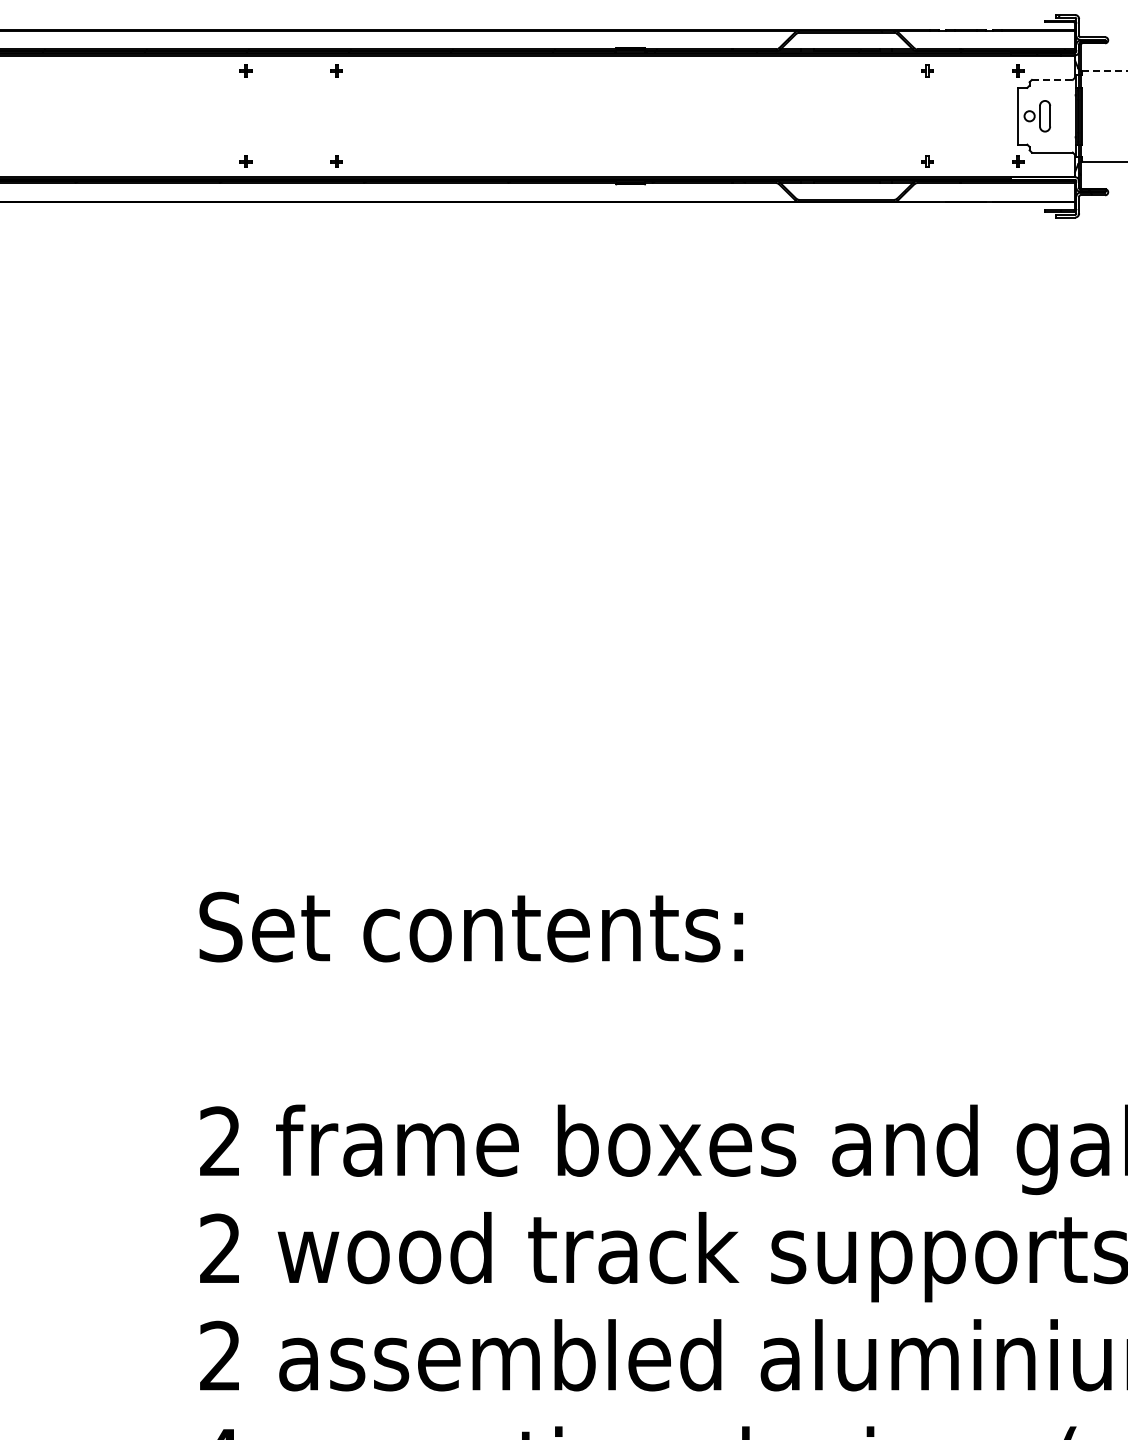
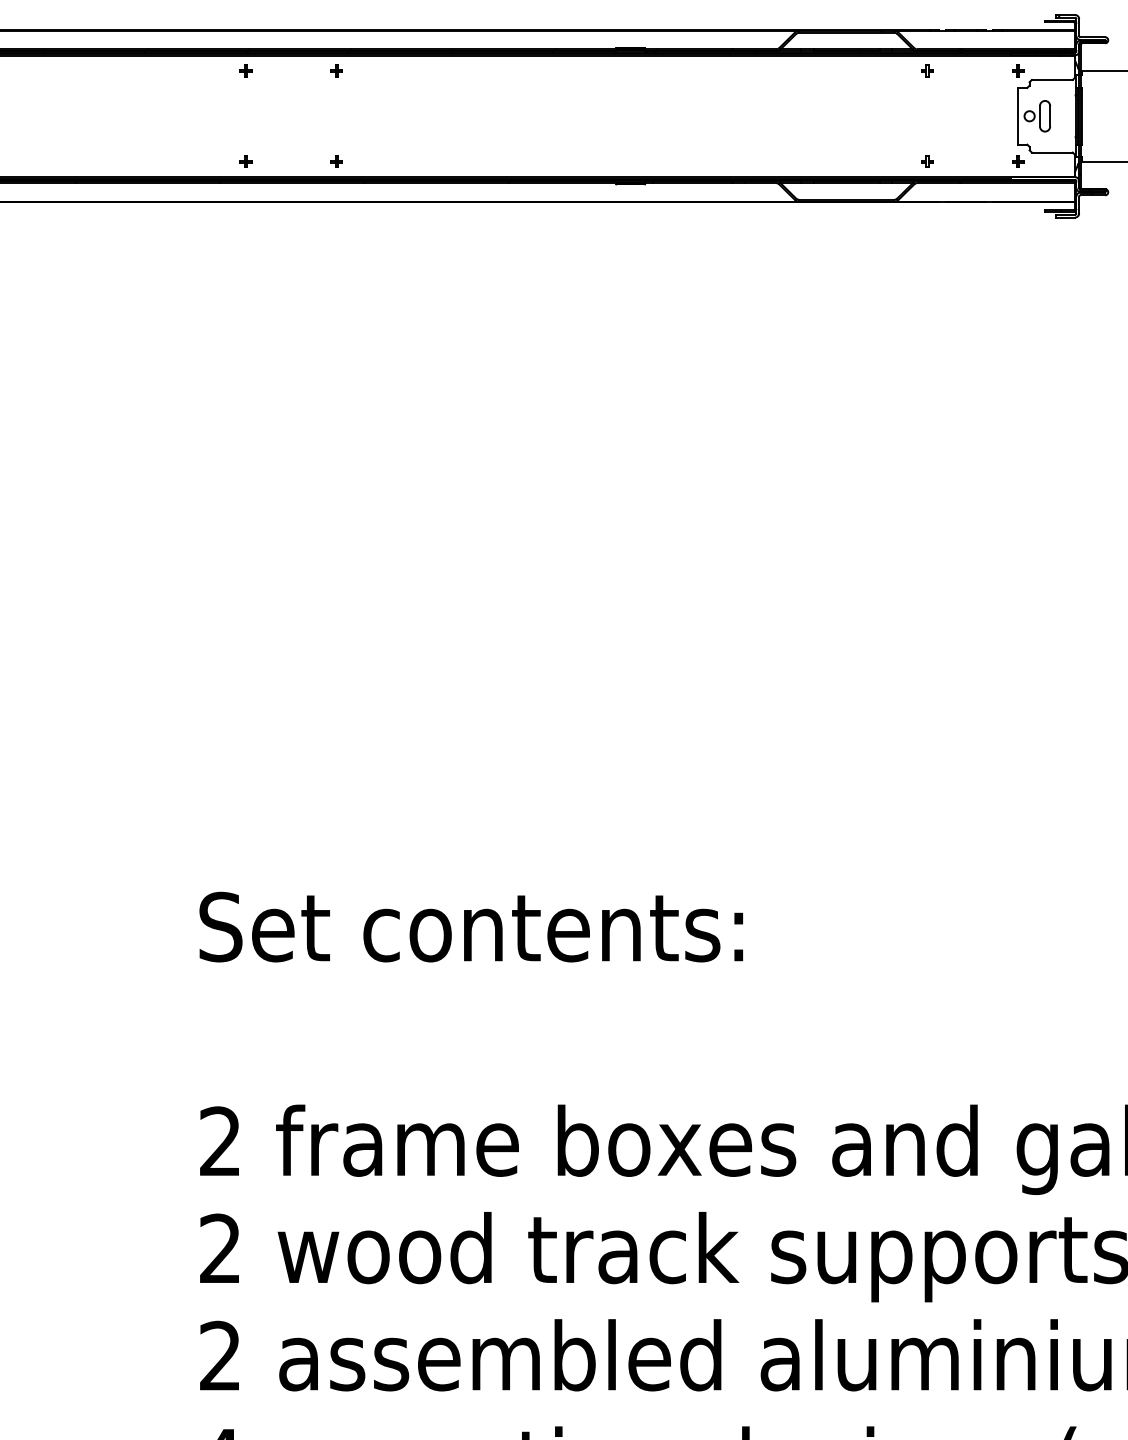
line at (1104, 70): dashed -> solid
line at (1052, 79): dashed -> solid
